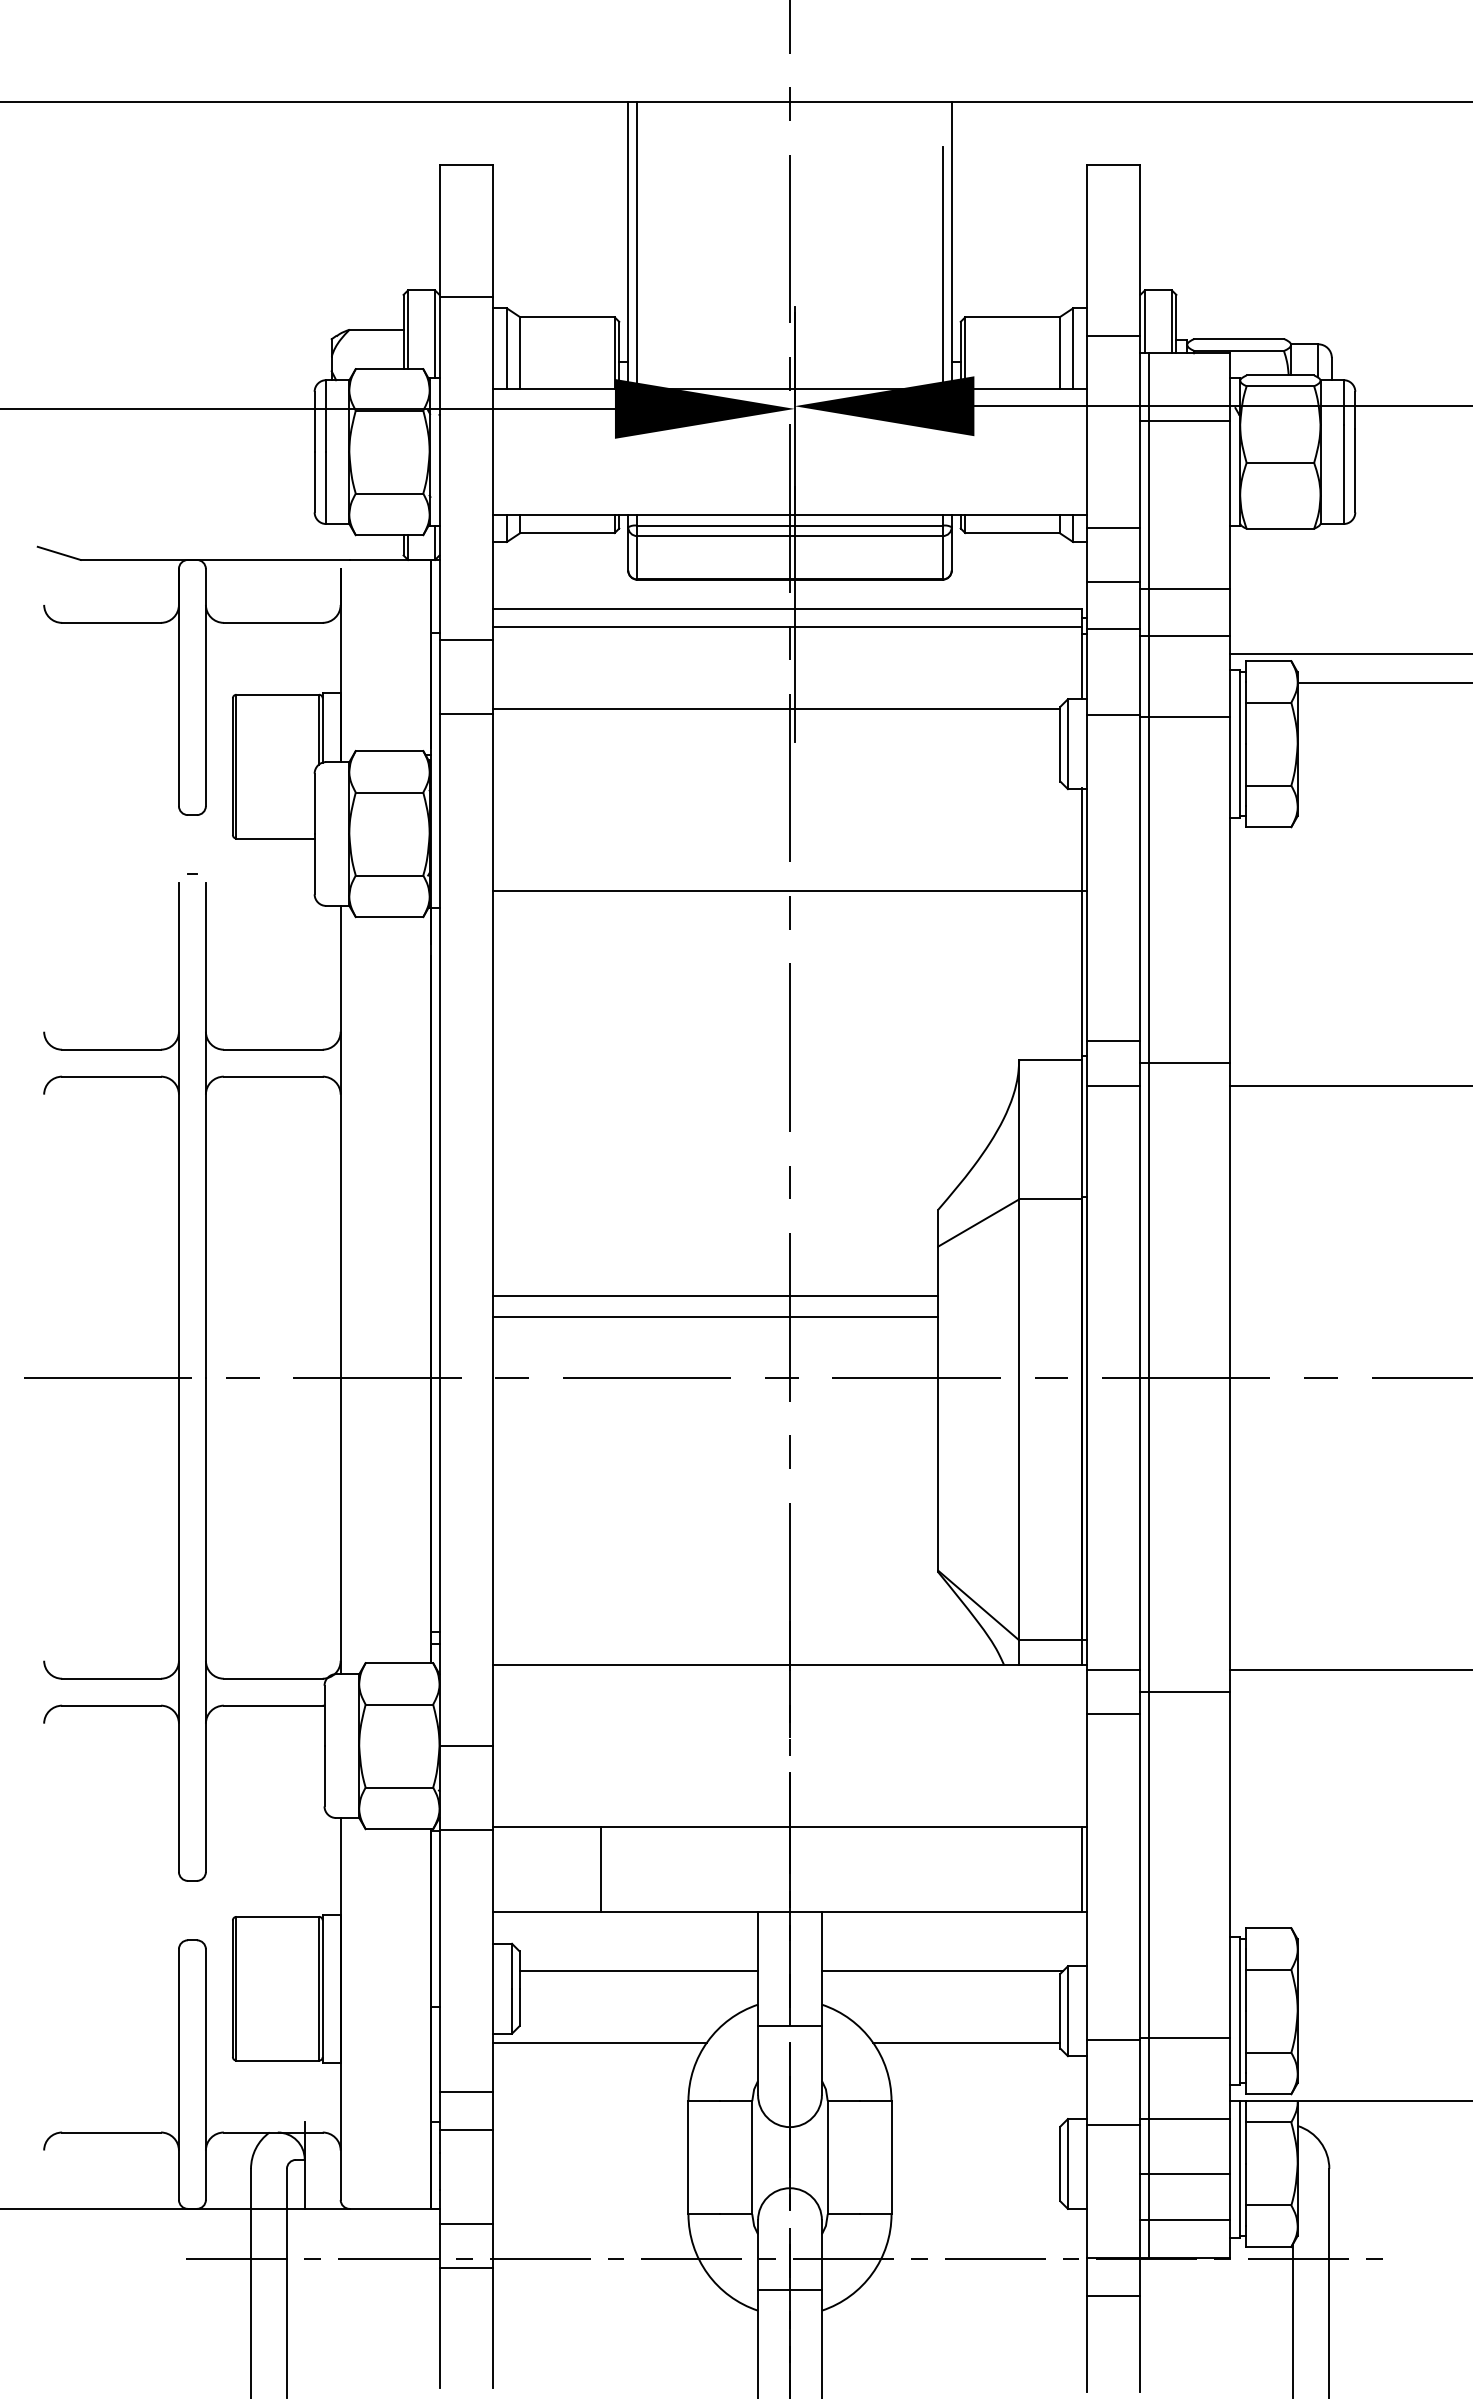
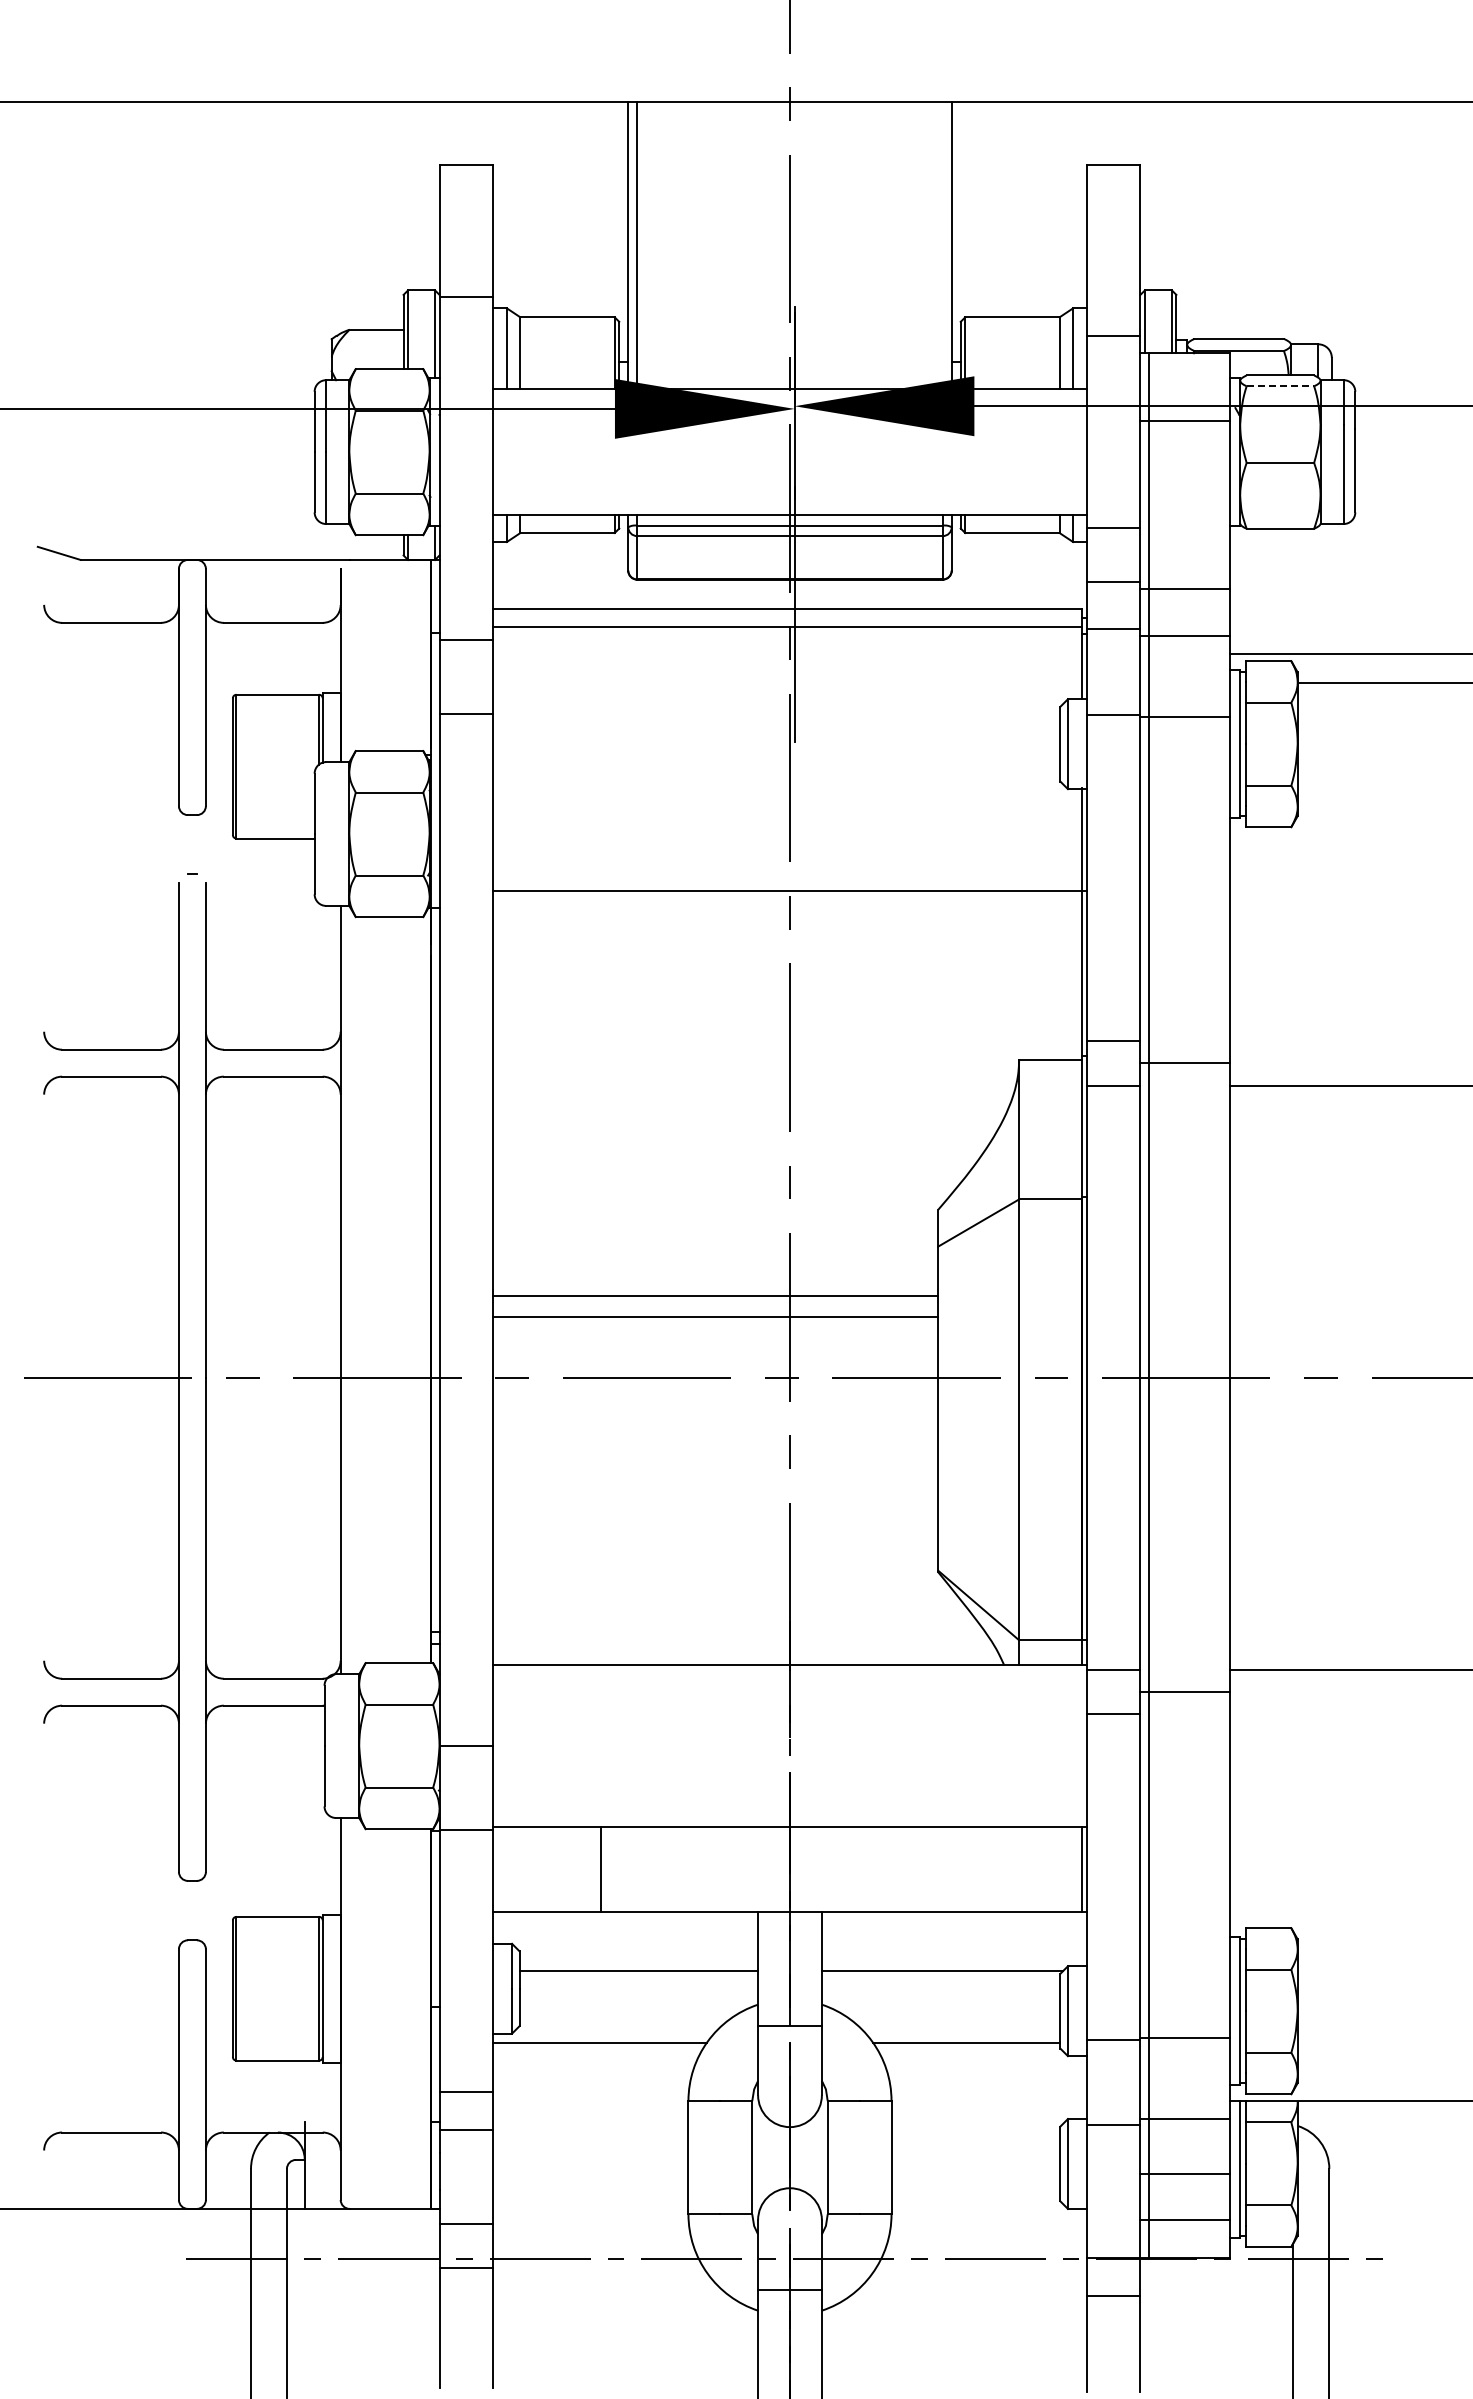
line at (942, 267): present -> none
line at (1280, 386): solid -> dashed
line at (776, 709): present -> none
